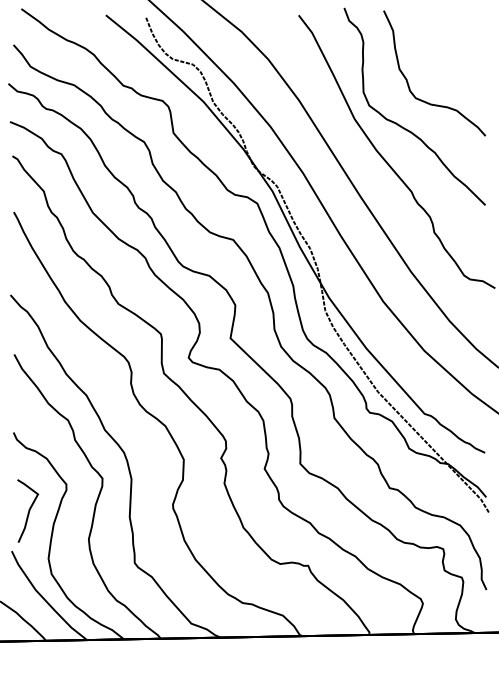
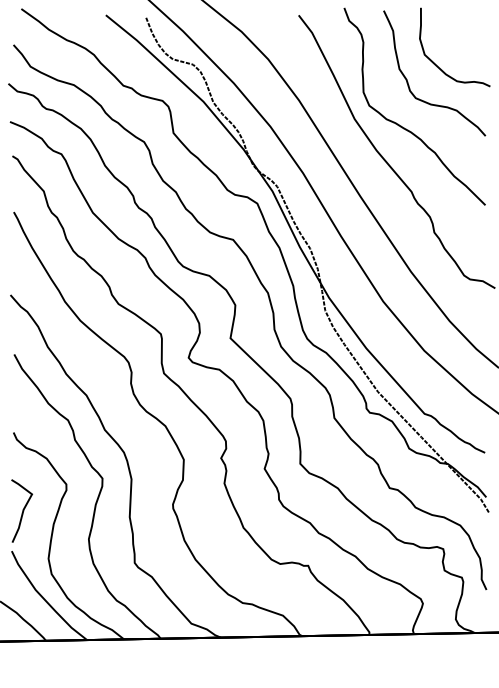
curve at (441, 68): none -> present
curve at (28, 510) position: (28, 510) -> (22, 510)
